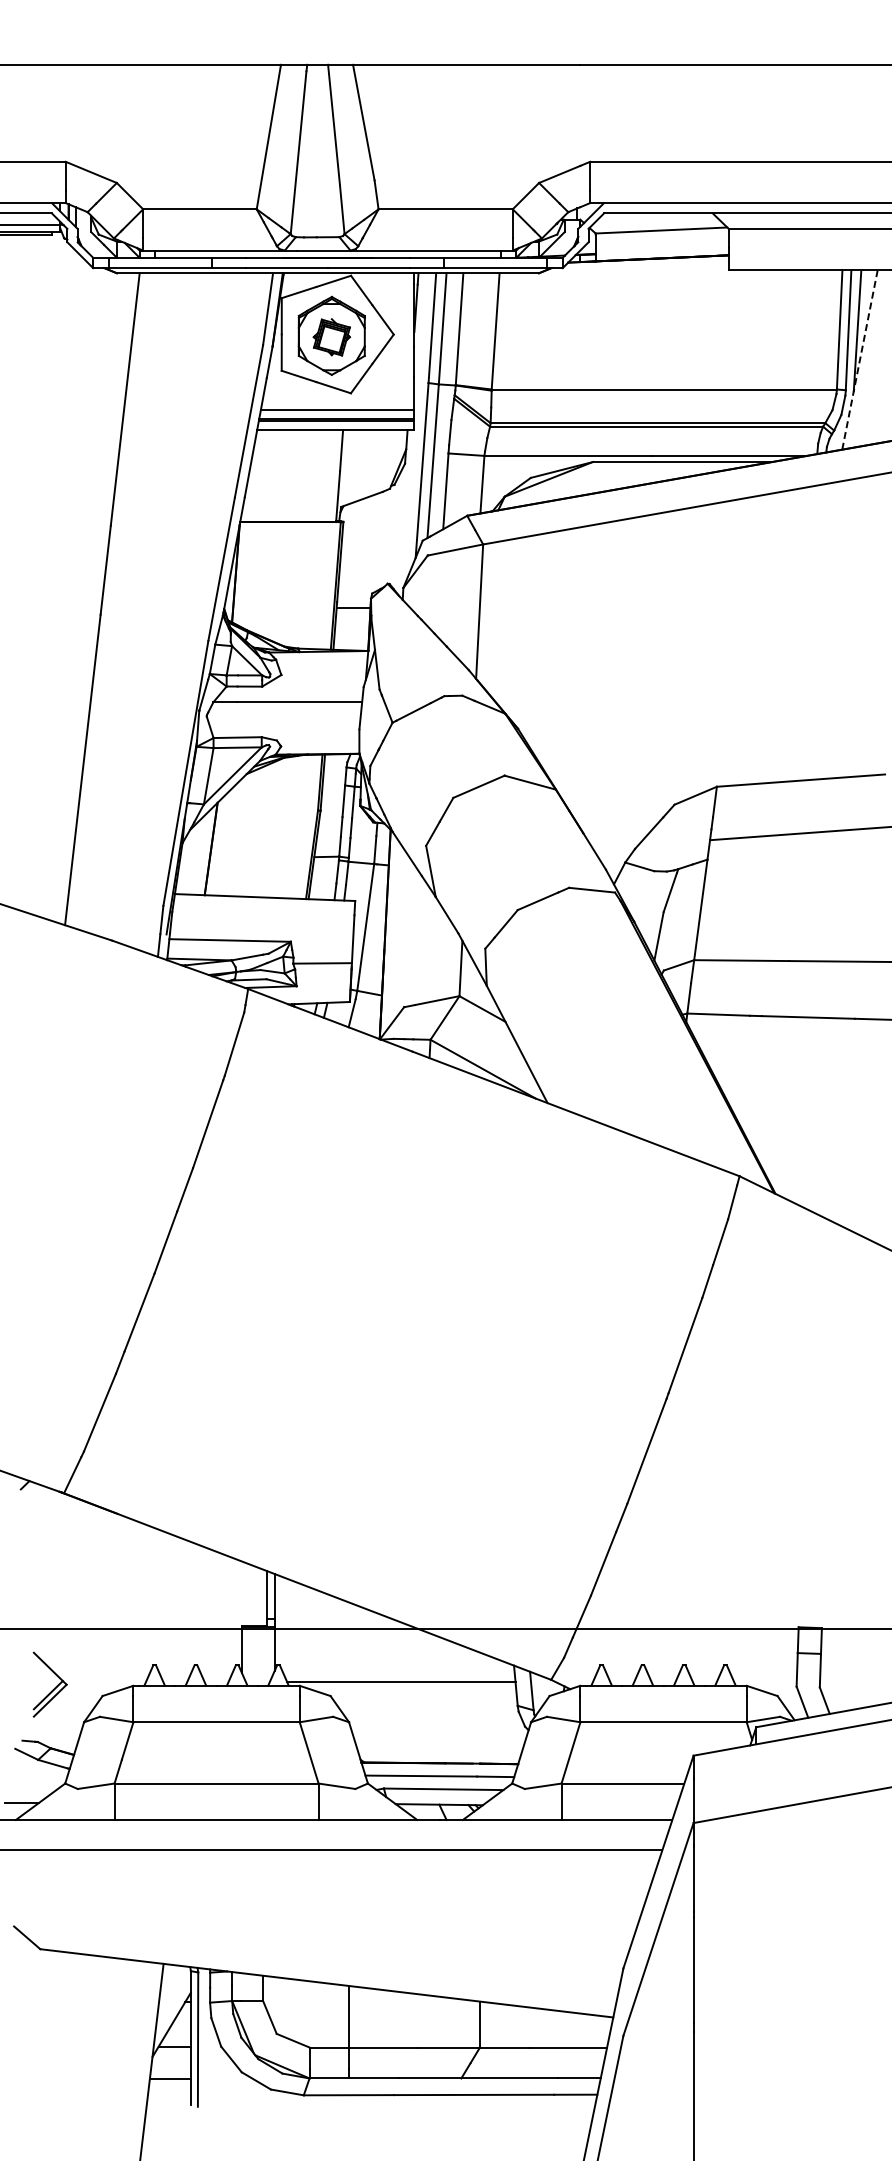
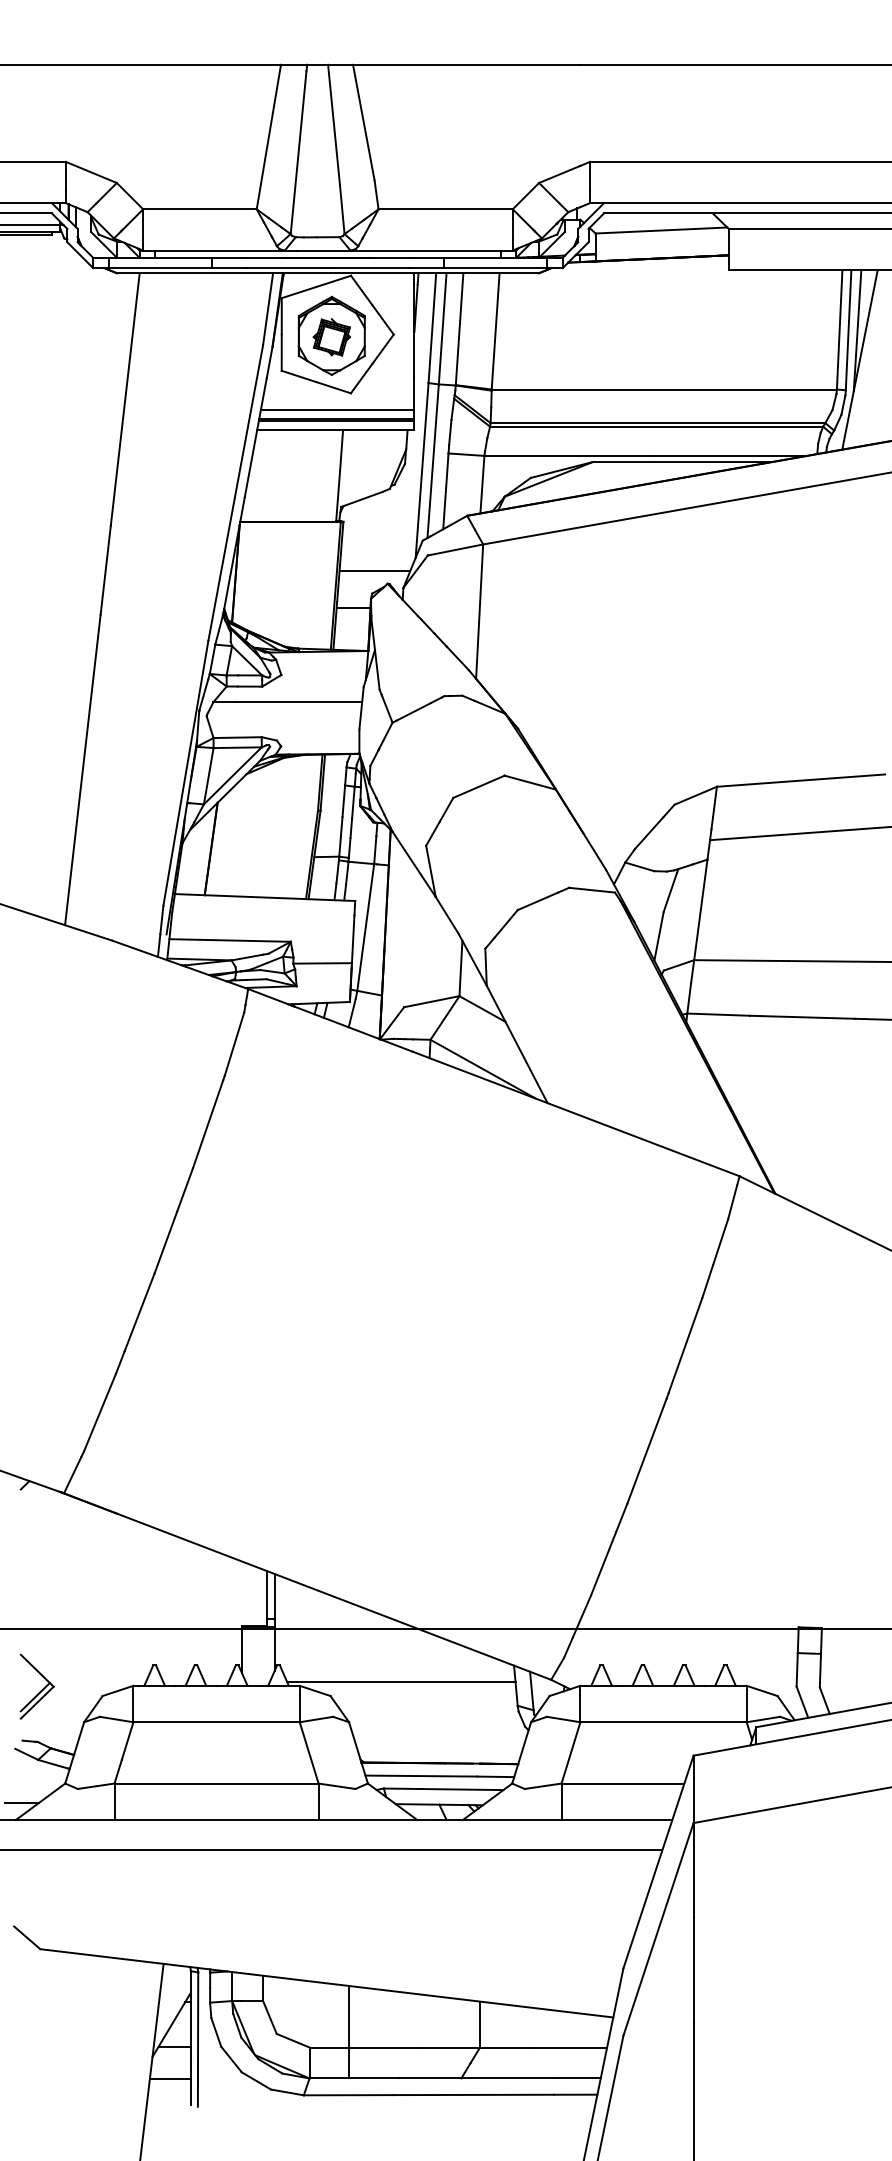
line at (859, 360): dashed -> solid
line at (374, 570): none -> present
part at (49, 1684) position: (49, 1684) -> (36, 1686)
